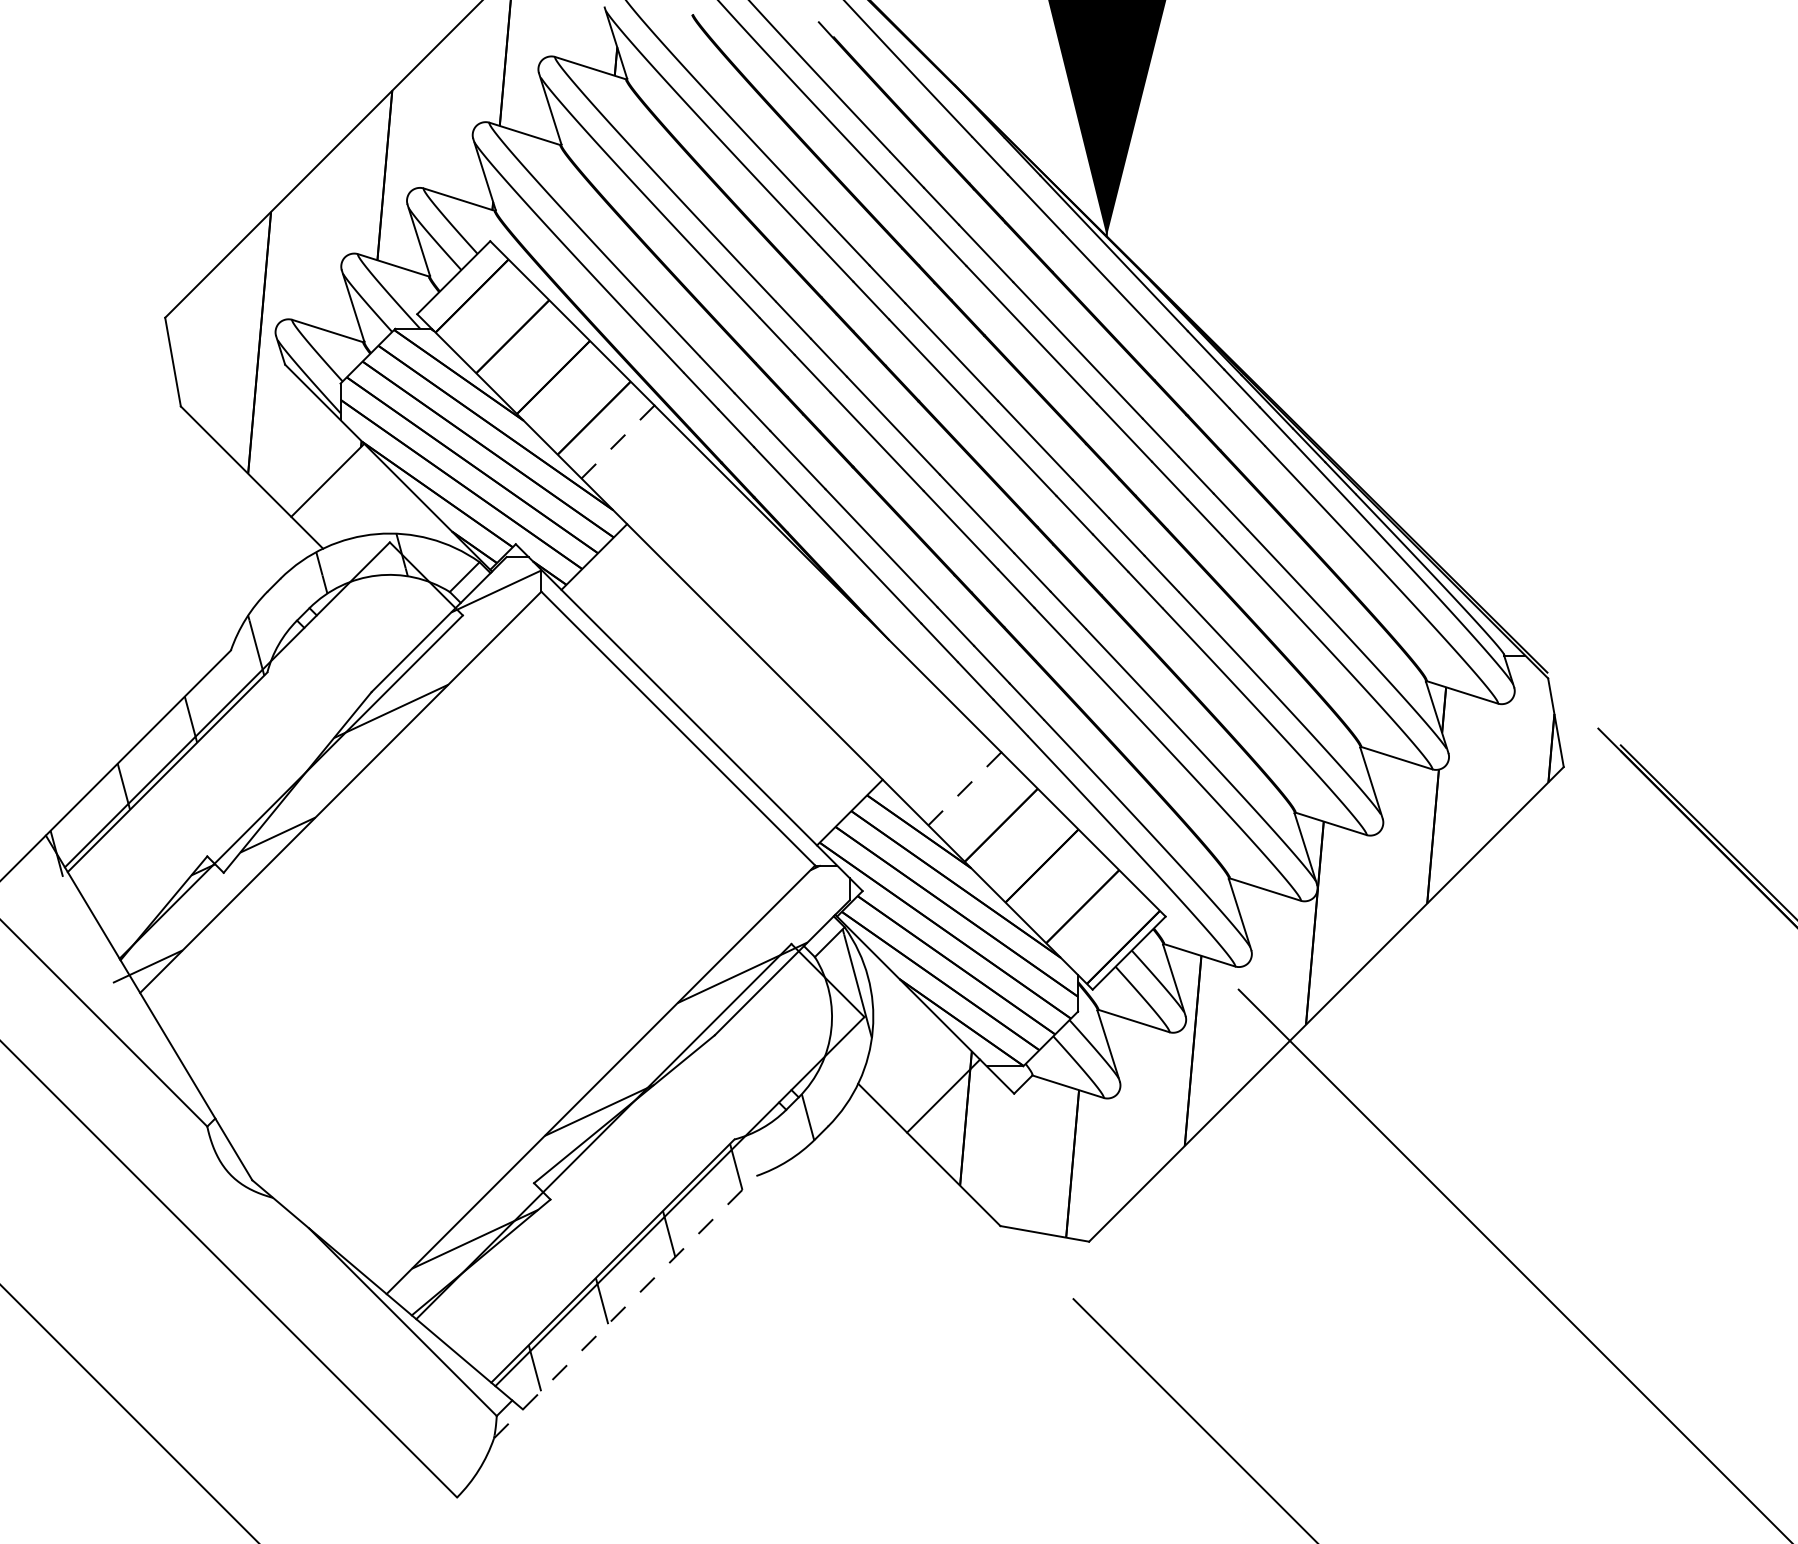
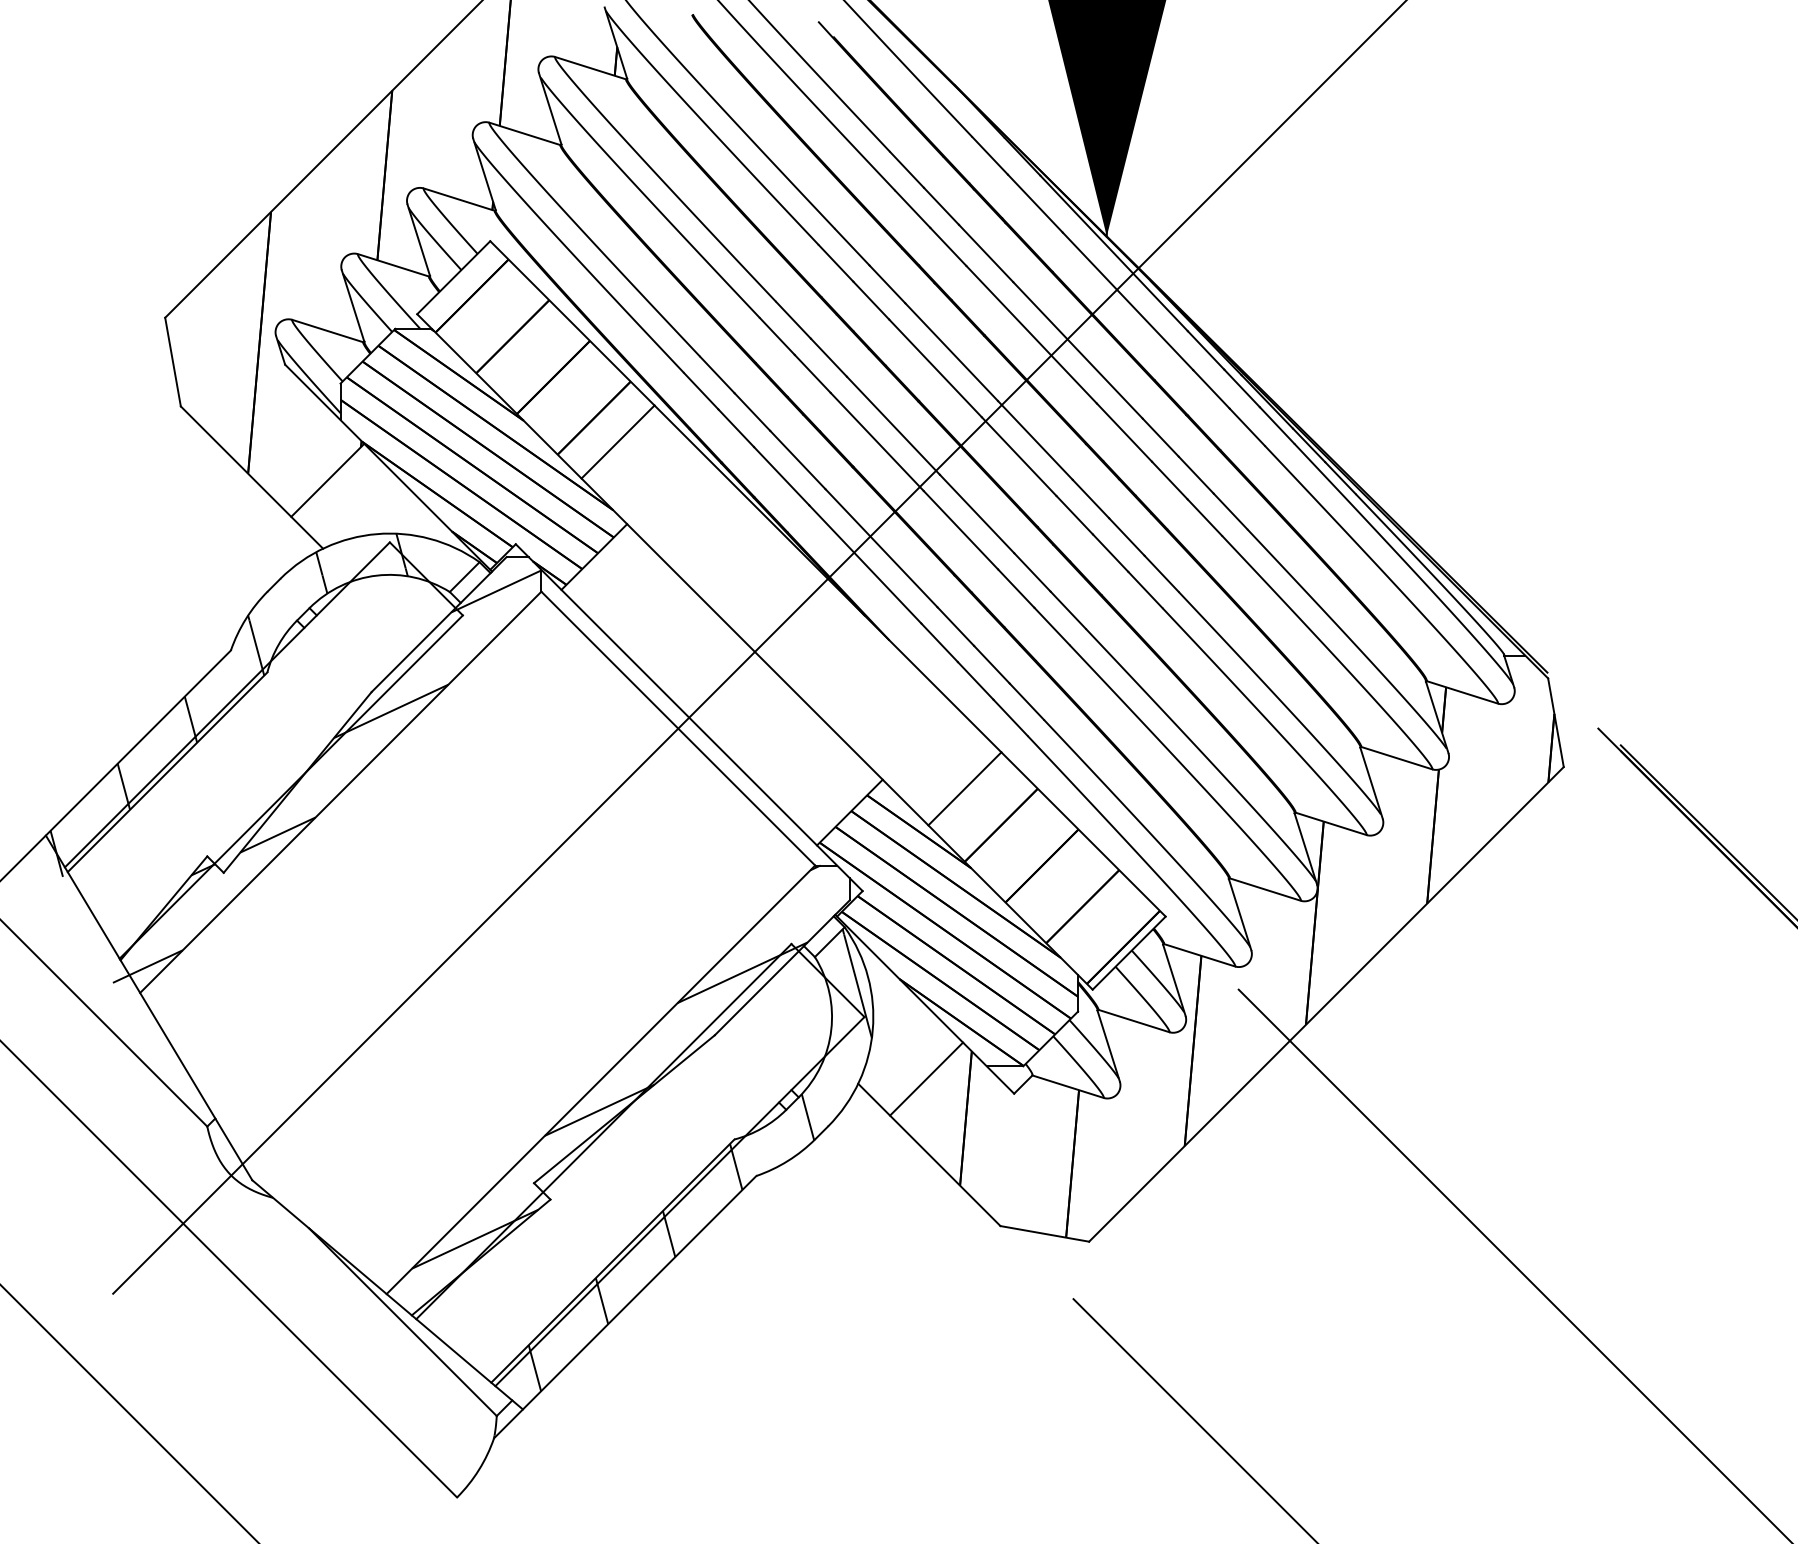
line at (618, 442): dashed -> solid
line at (703, 703): none -> present
line at (964, 788): dashed -> solid
line at (943, 1095) position: (943, 1095) -> (926, 1078)
line at (625, 1306): dashed -> solid
